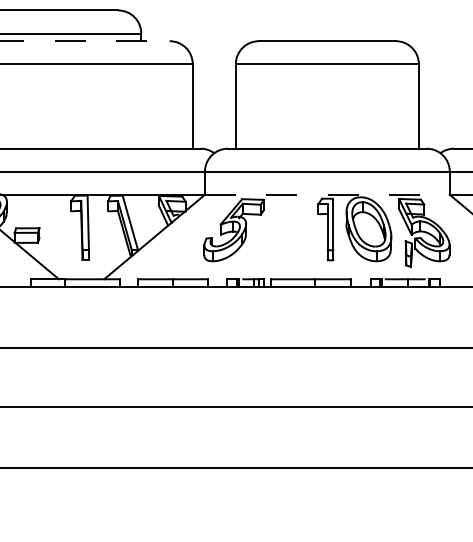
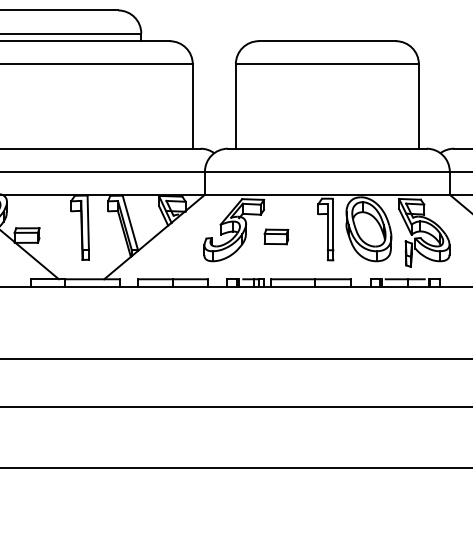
line at (85, 41): dashed -> solid
line at (327, 194): dashed -> solid
part at (276, 236): none -> present
line at (235, 347) position: (235, 347) -> (235, 358)
